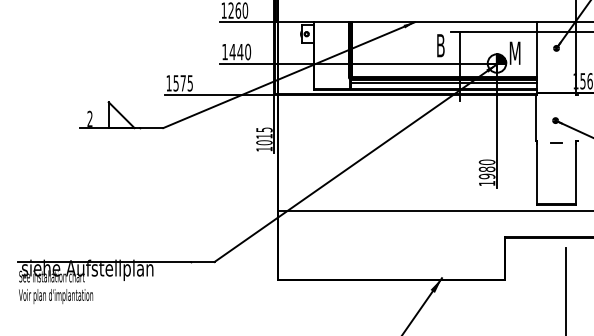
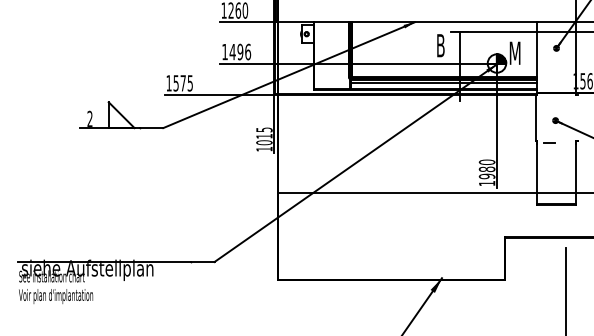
text at (244, 51): 1440 -> 1496
line at (556, 142) position: (556, 142) -> (549, 142)
line at (433, 211) position: (433, 211) -> (433, 193)
